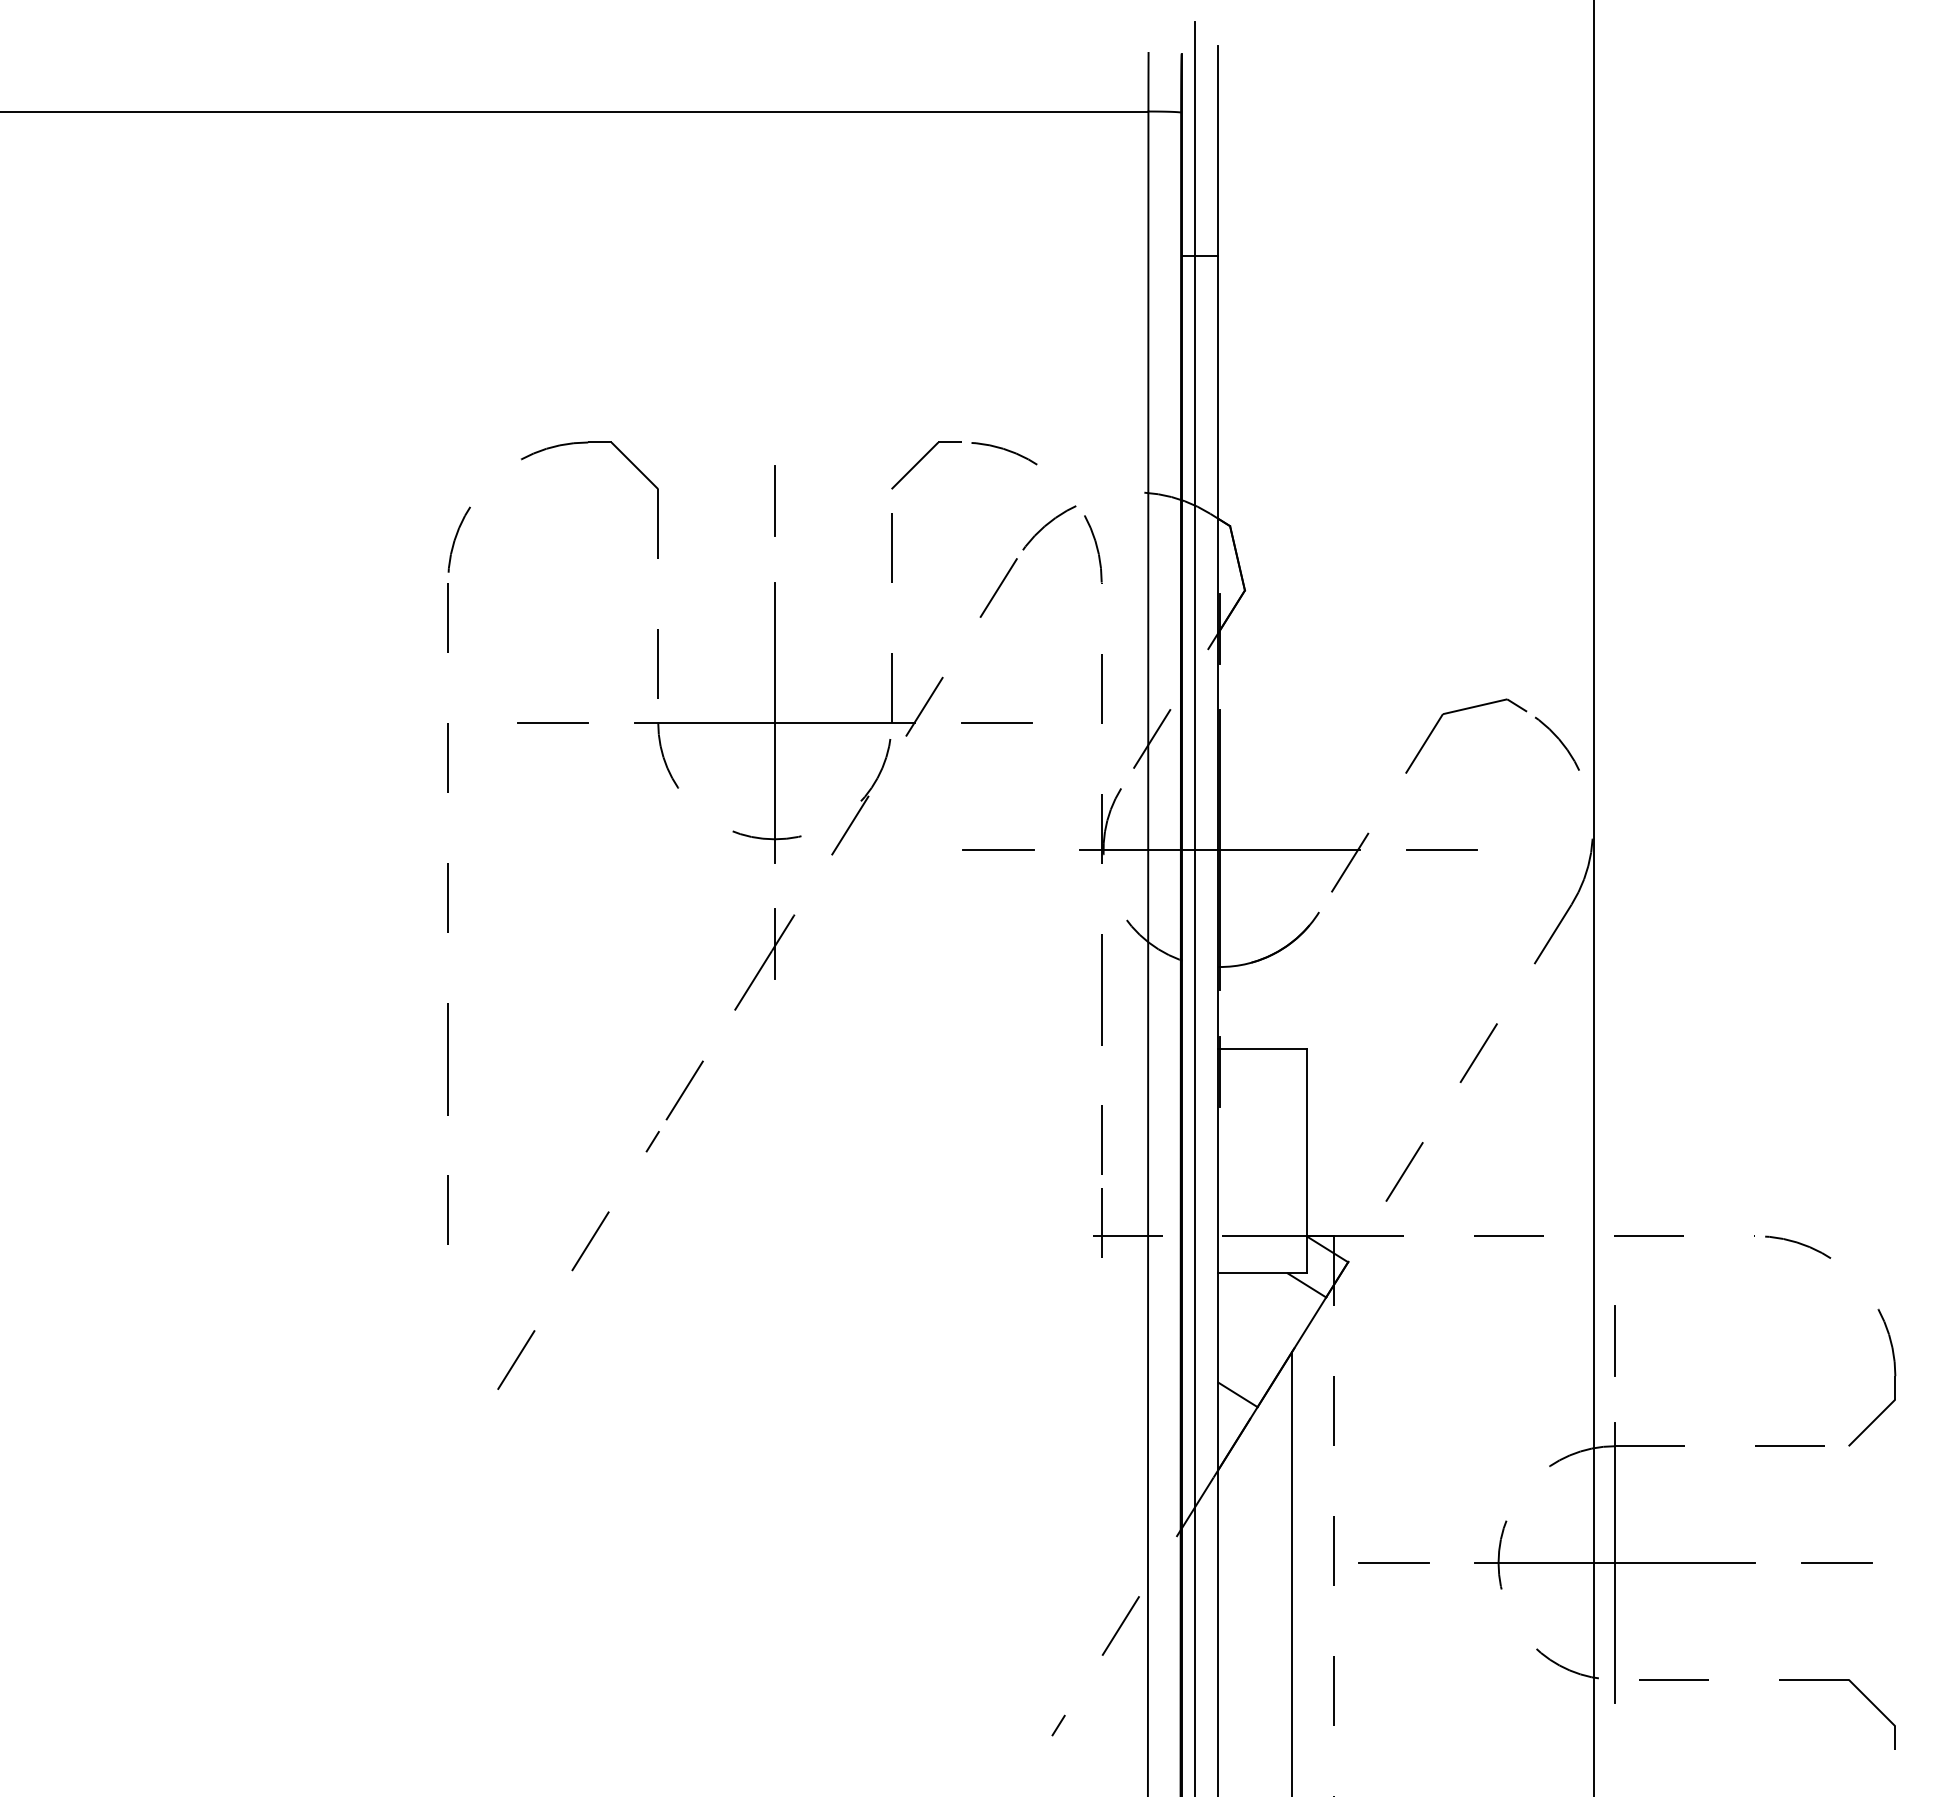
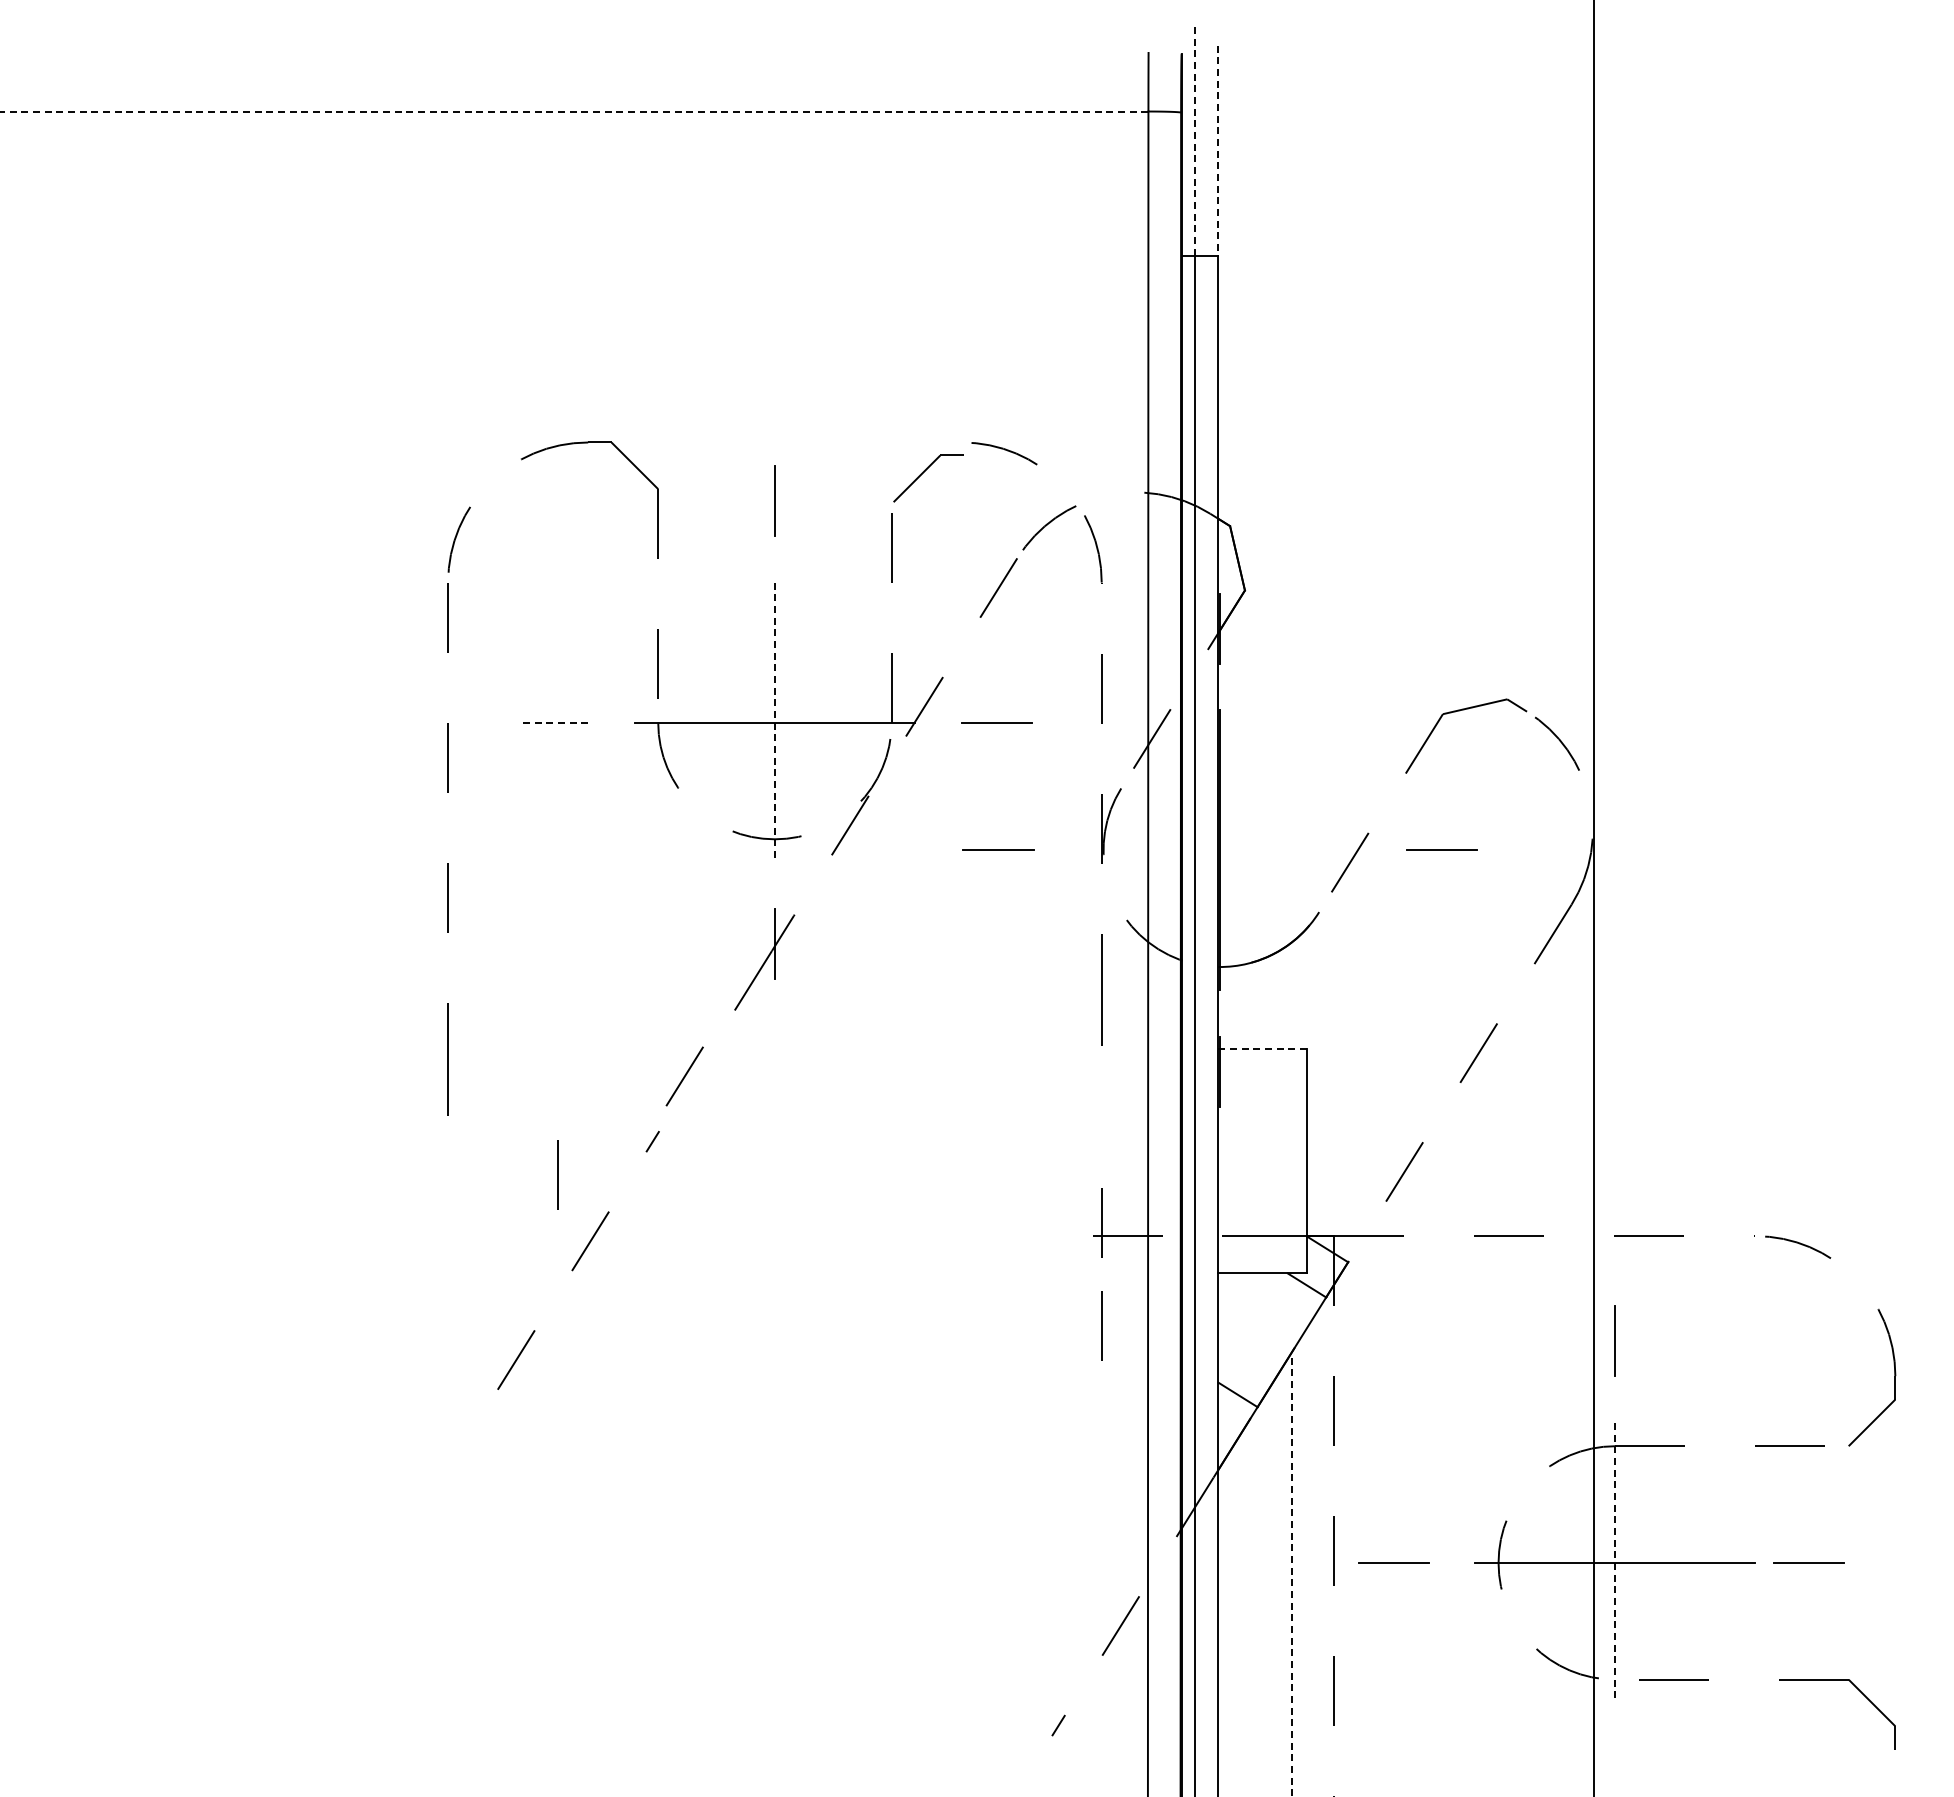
line at (574, 111): solid -> dashed
line at (1195, 139): solid -> dashed
line at (1218, 151): solid -> dashed
part at (921, 460) position: (921, 460) -> (923, 473)
line at (552, 722): solid -> dashed
line at (774, 723): solid -> dashed
line at (1220, 850): present -> none
line at (1263, 1049): solid -> dashed
line at (684, 1090) position: (684, 1090) -> (684, 1076)
line at (1101, 1139) position: (1101, 1139) -> (1101, 1325)
line at (447, 1209) position: (447, 1209) -> (557, 1174)
line at (1836, 1562) position: (1836, 1562) -> (1808, 1562)
line at (1615, 1563): solid -> dashed
line at (1292, 1573): solid -> dashed
